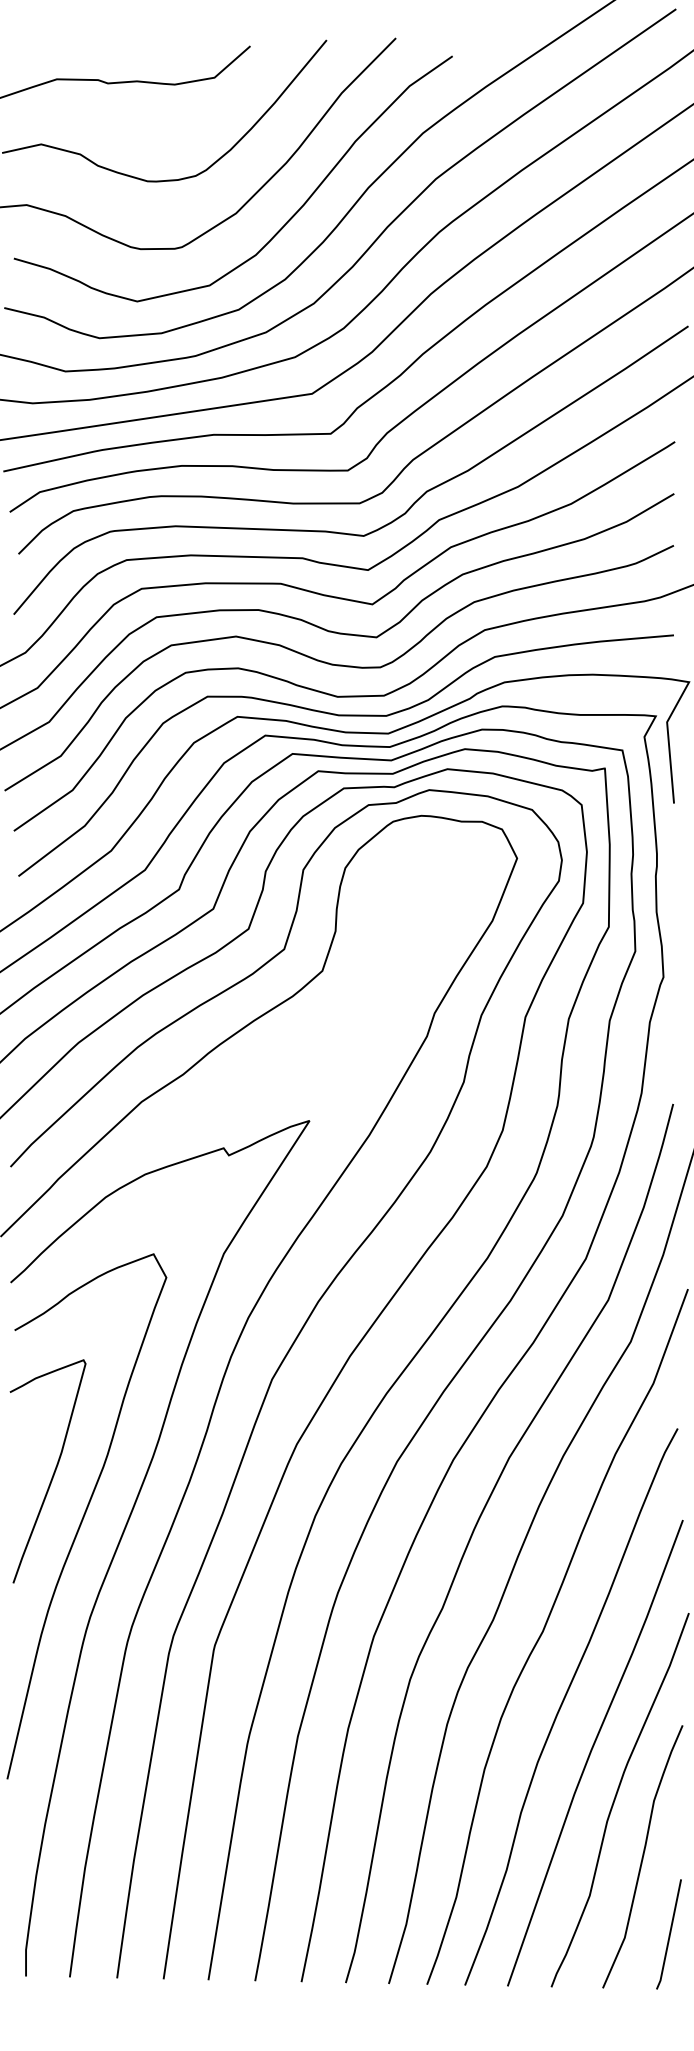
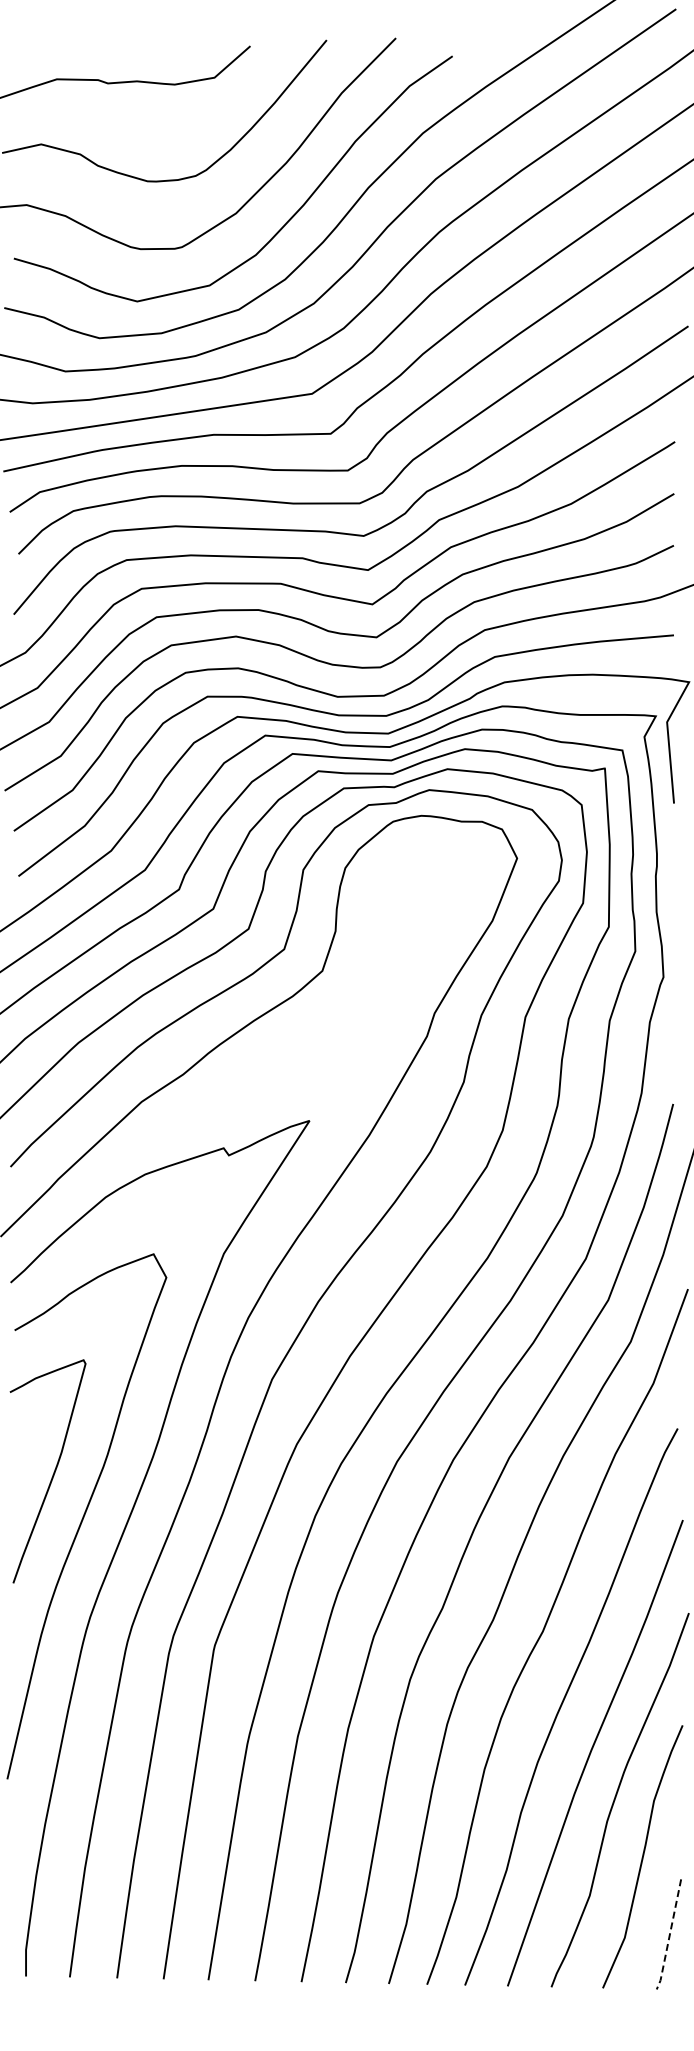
line at (669, 1935): solid -> dashed
